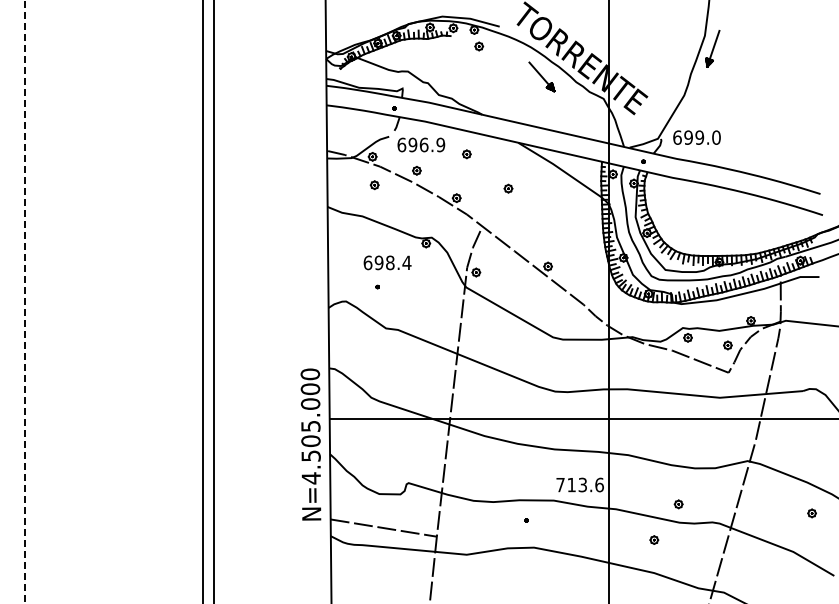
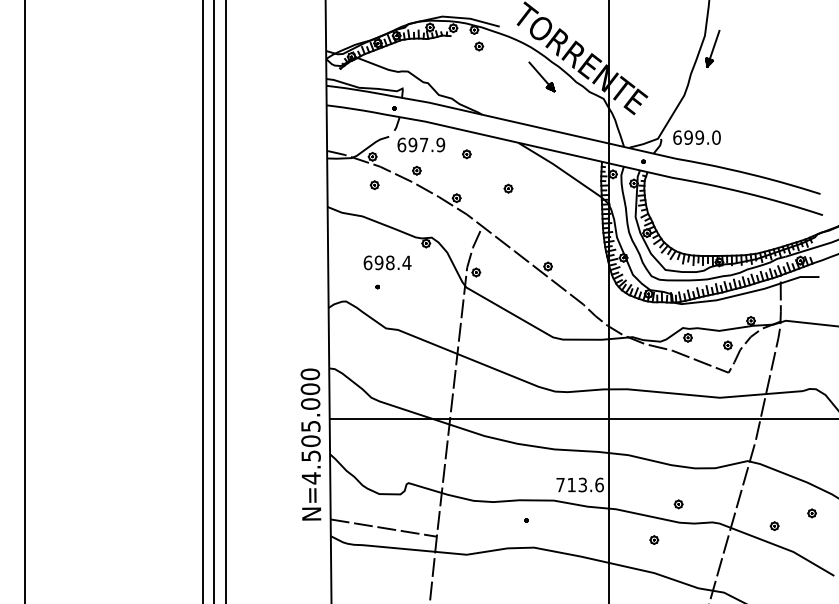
text at (423, 144): 696.9 -> 697.9
line at (226, 301): none -> present
line at (25, 302): dashed -> solid
part at (774, 525): none -> present
